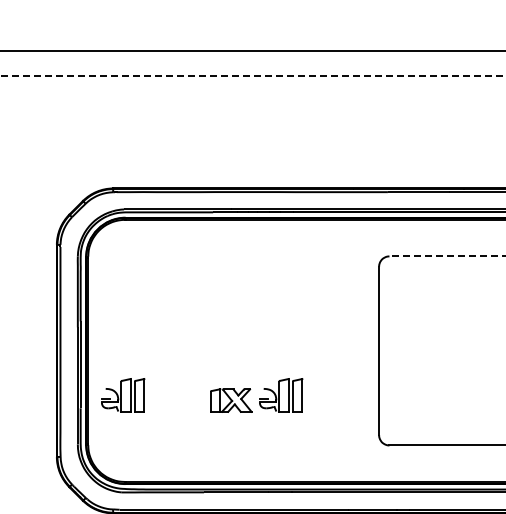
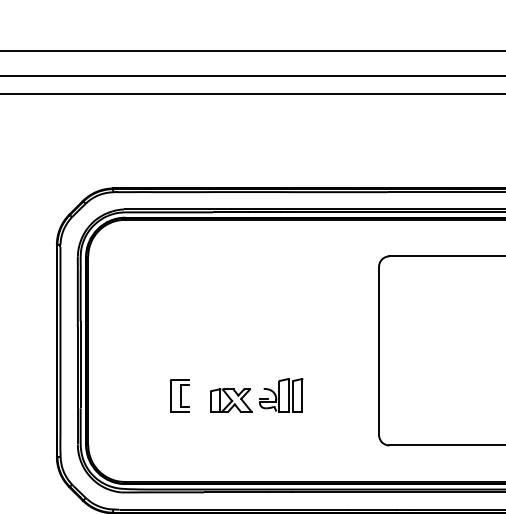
line at (253, 76): dashed -> solid
line at (252, 93): none -> present
line at (447, 256): dashed -> solid
part at (123, 395): present -> none
part at (179, 395): none -> present
